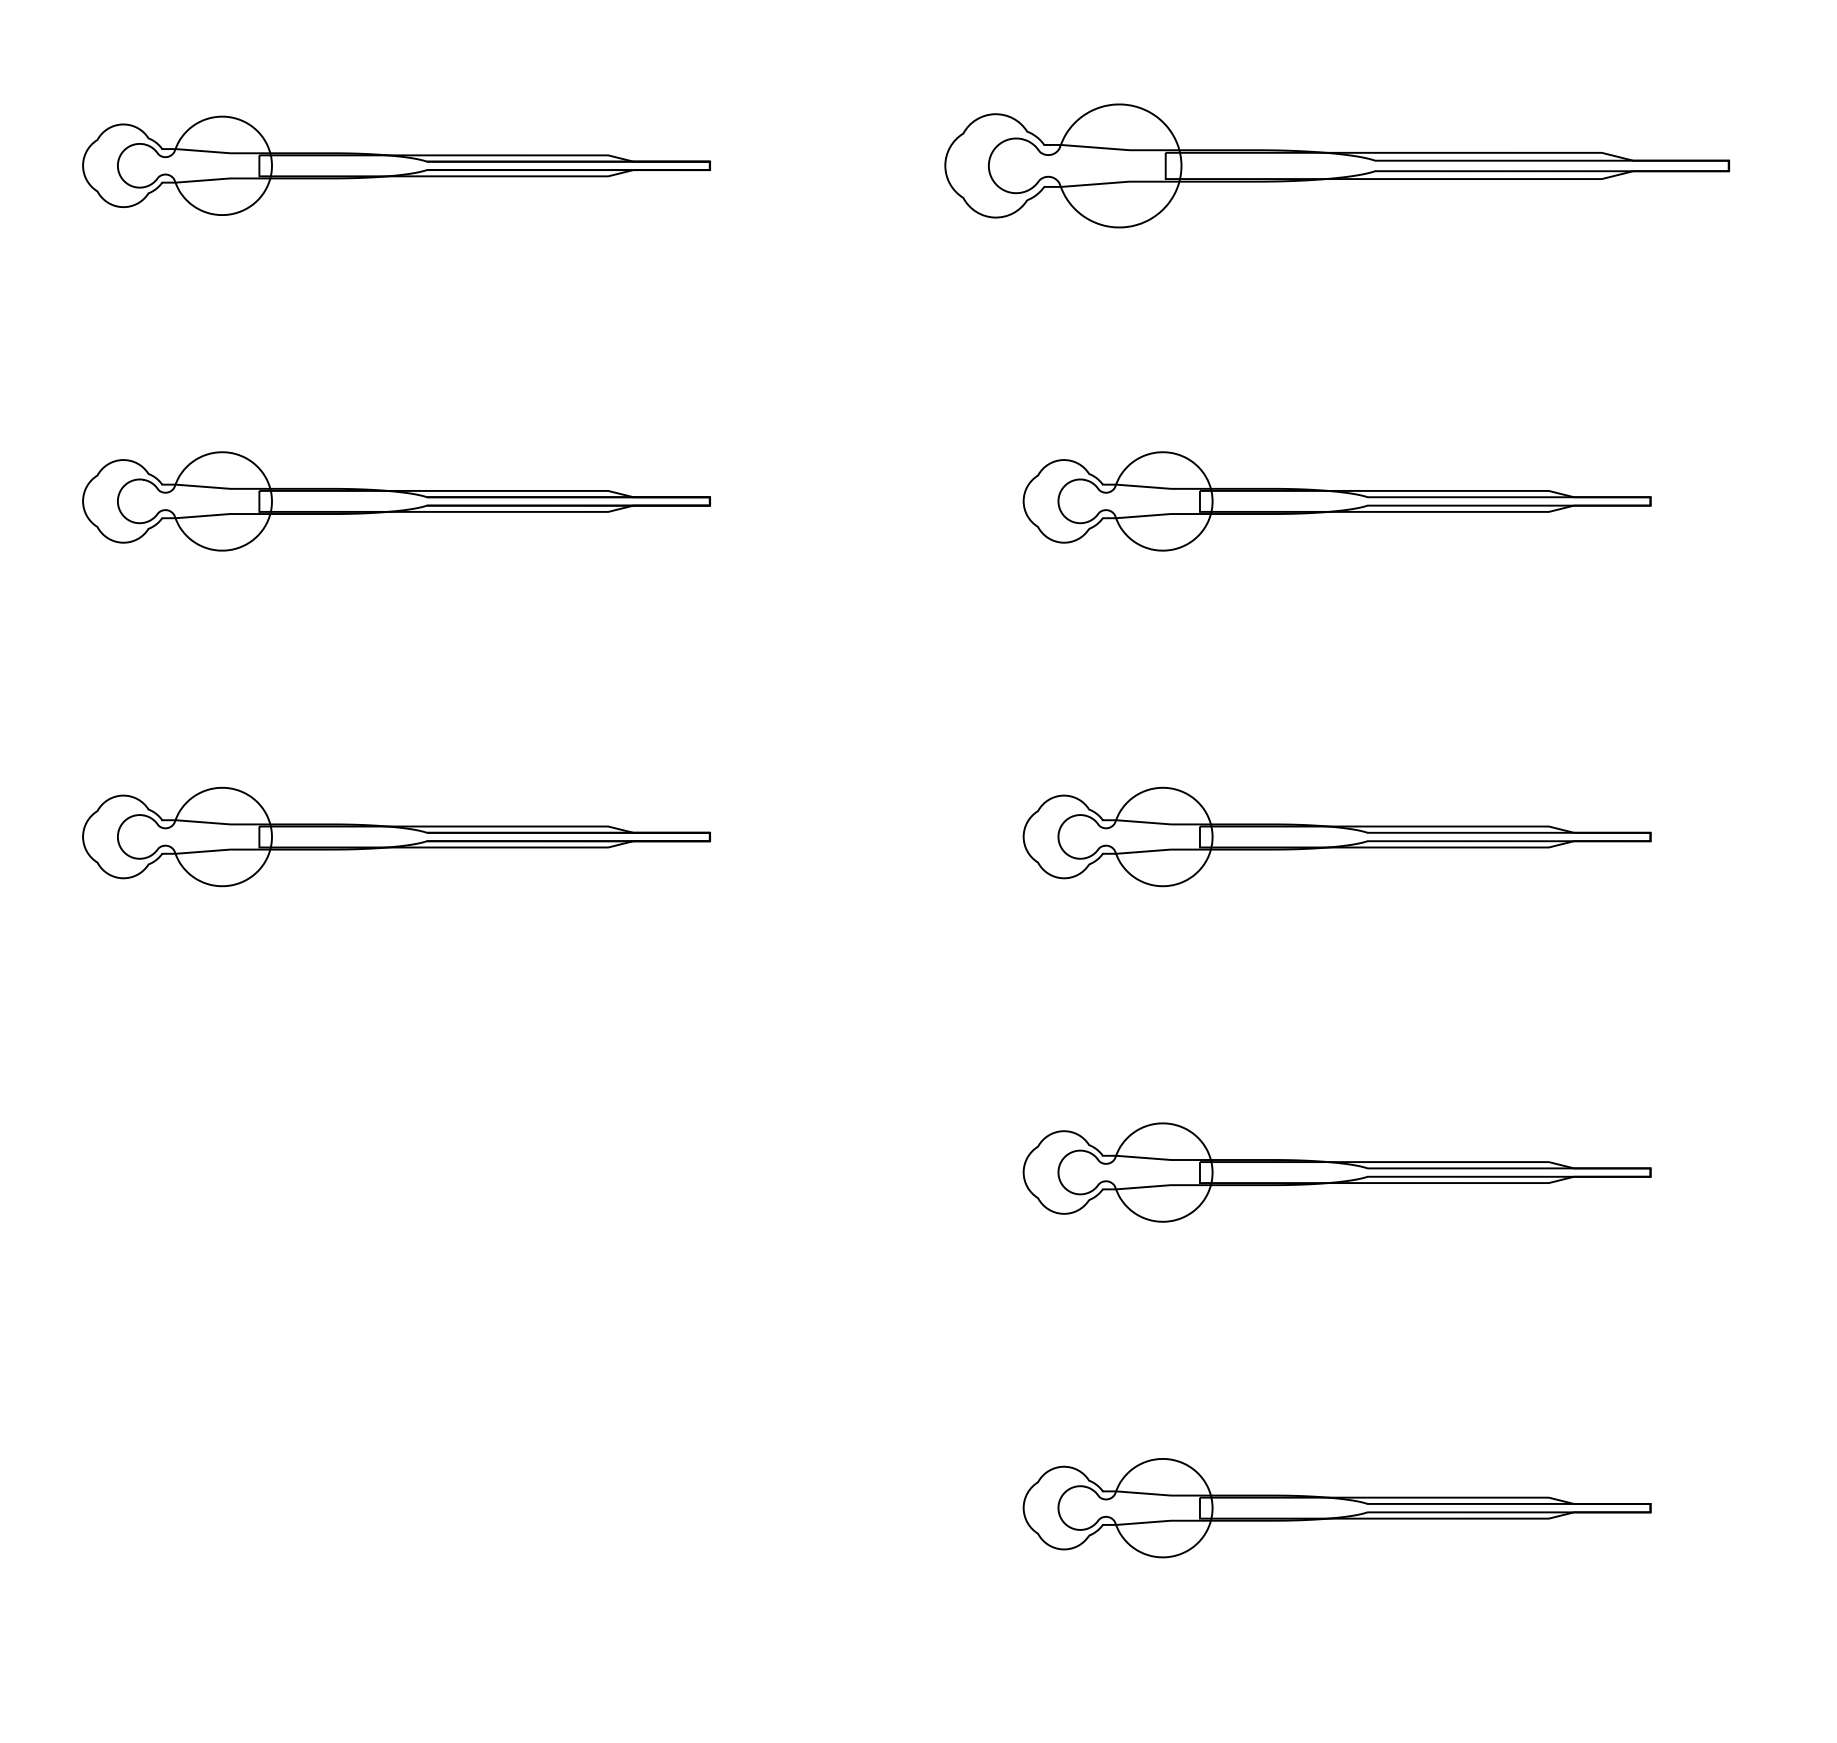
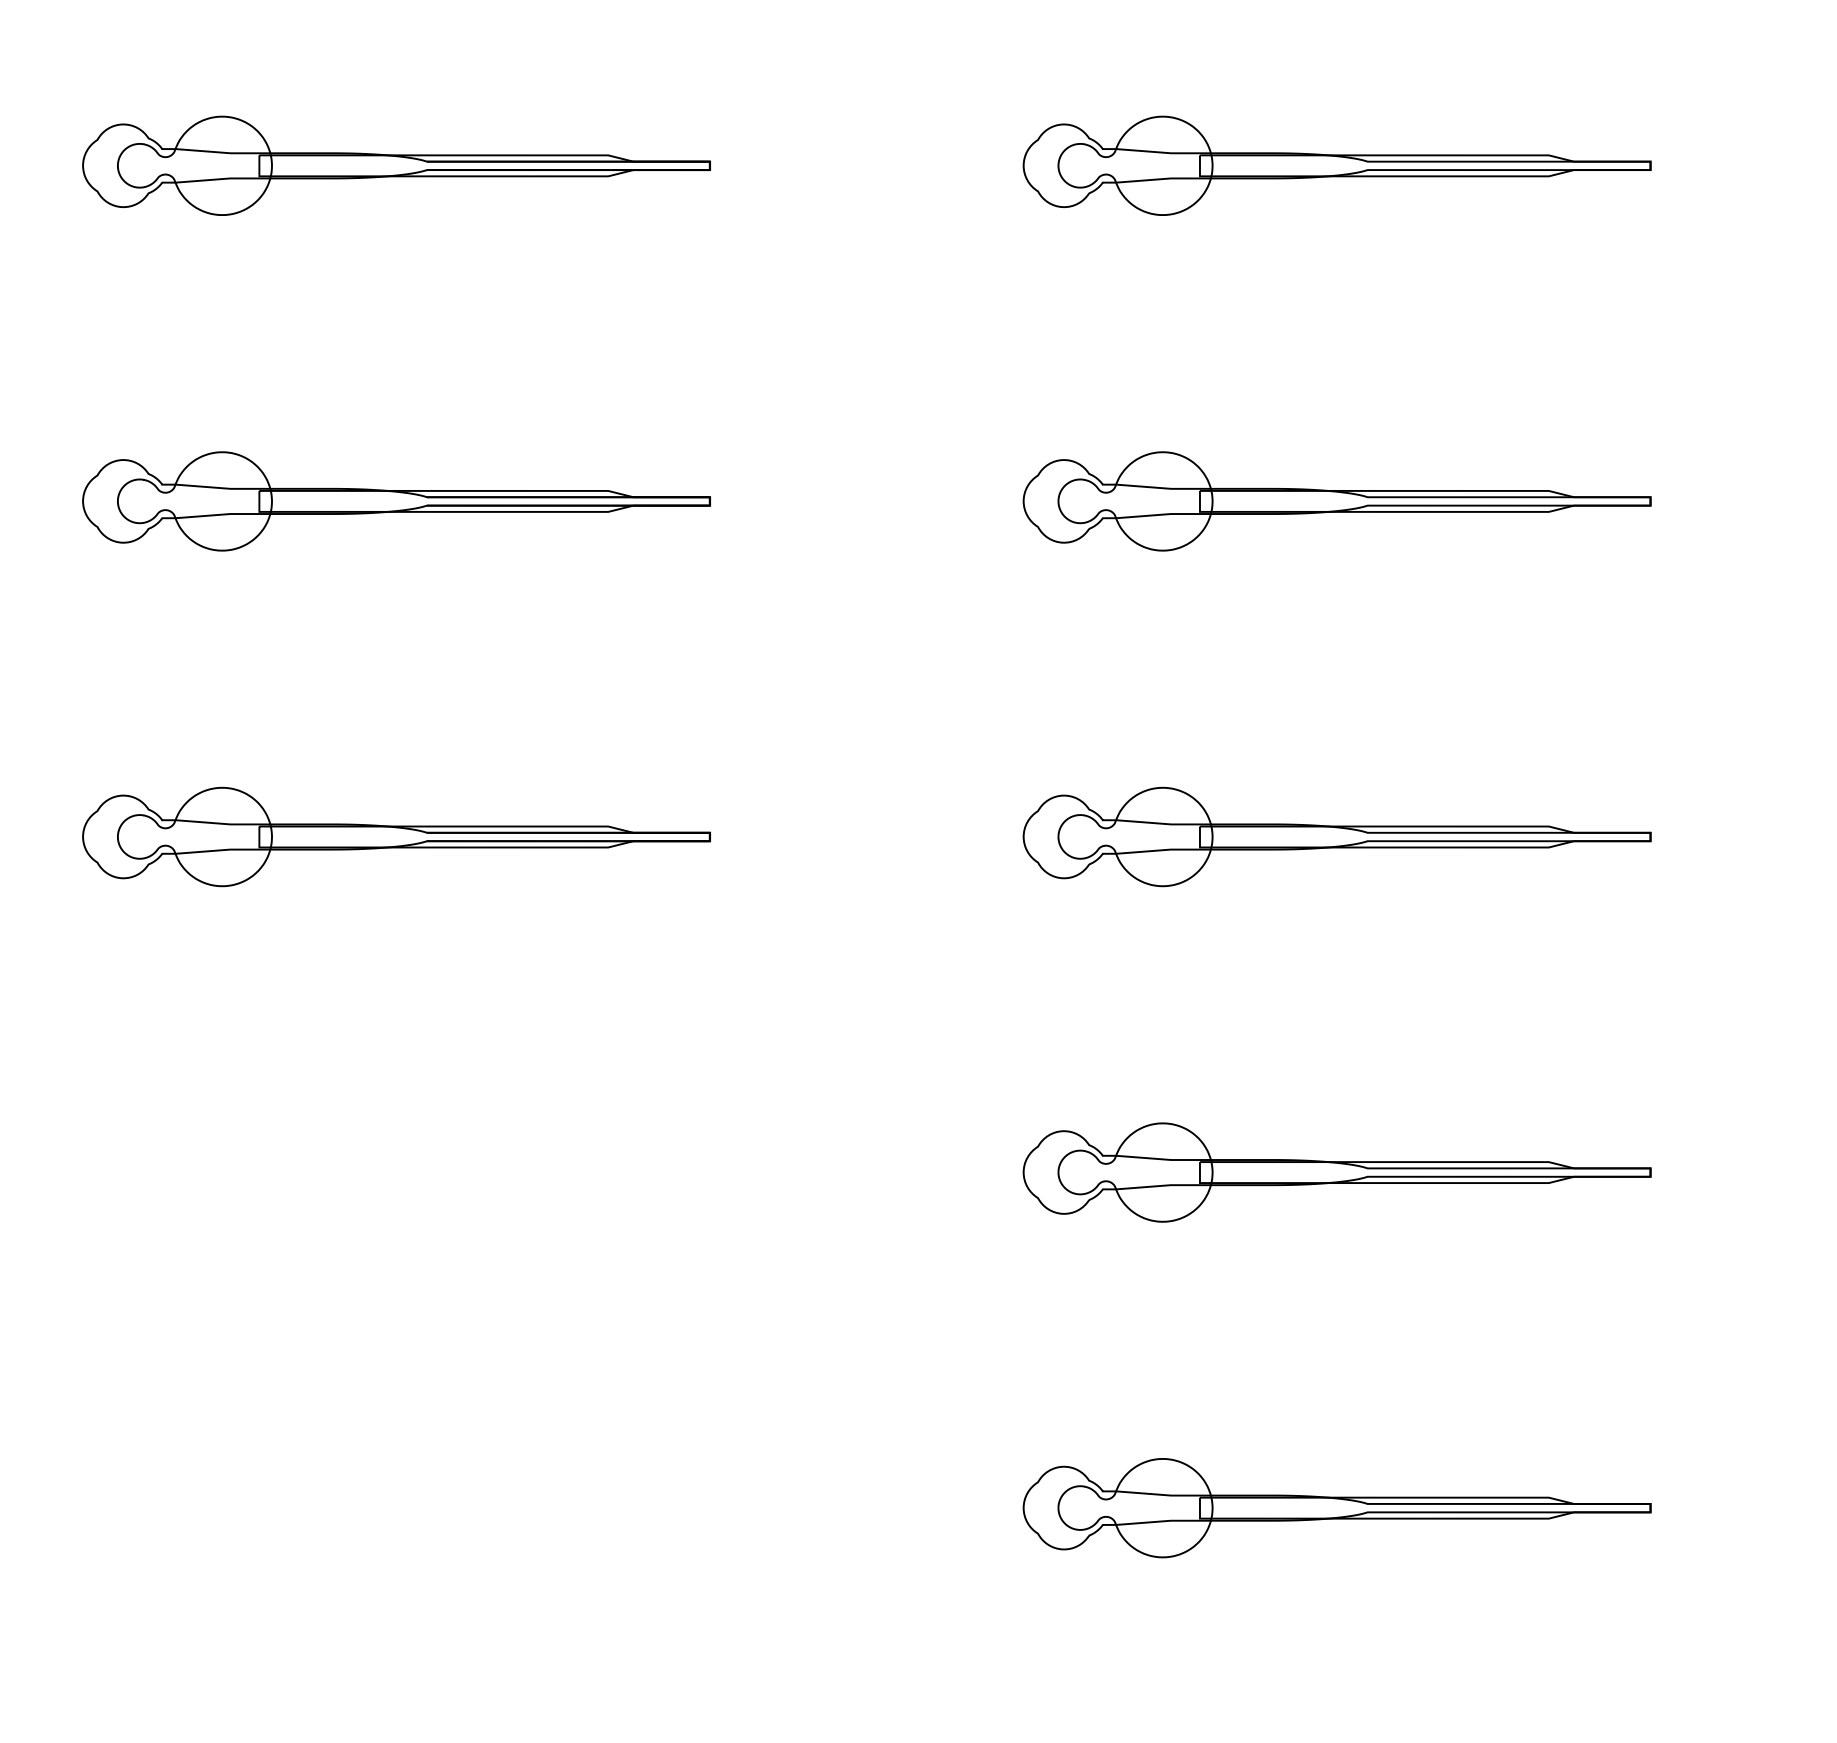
part at (1336, 165) size: 786x126 px -> 630x101 px
